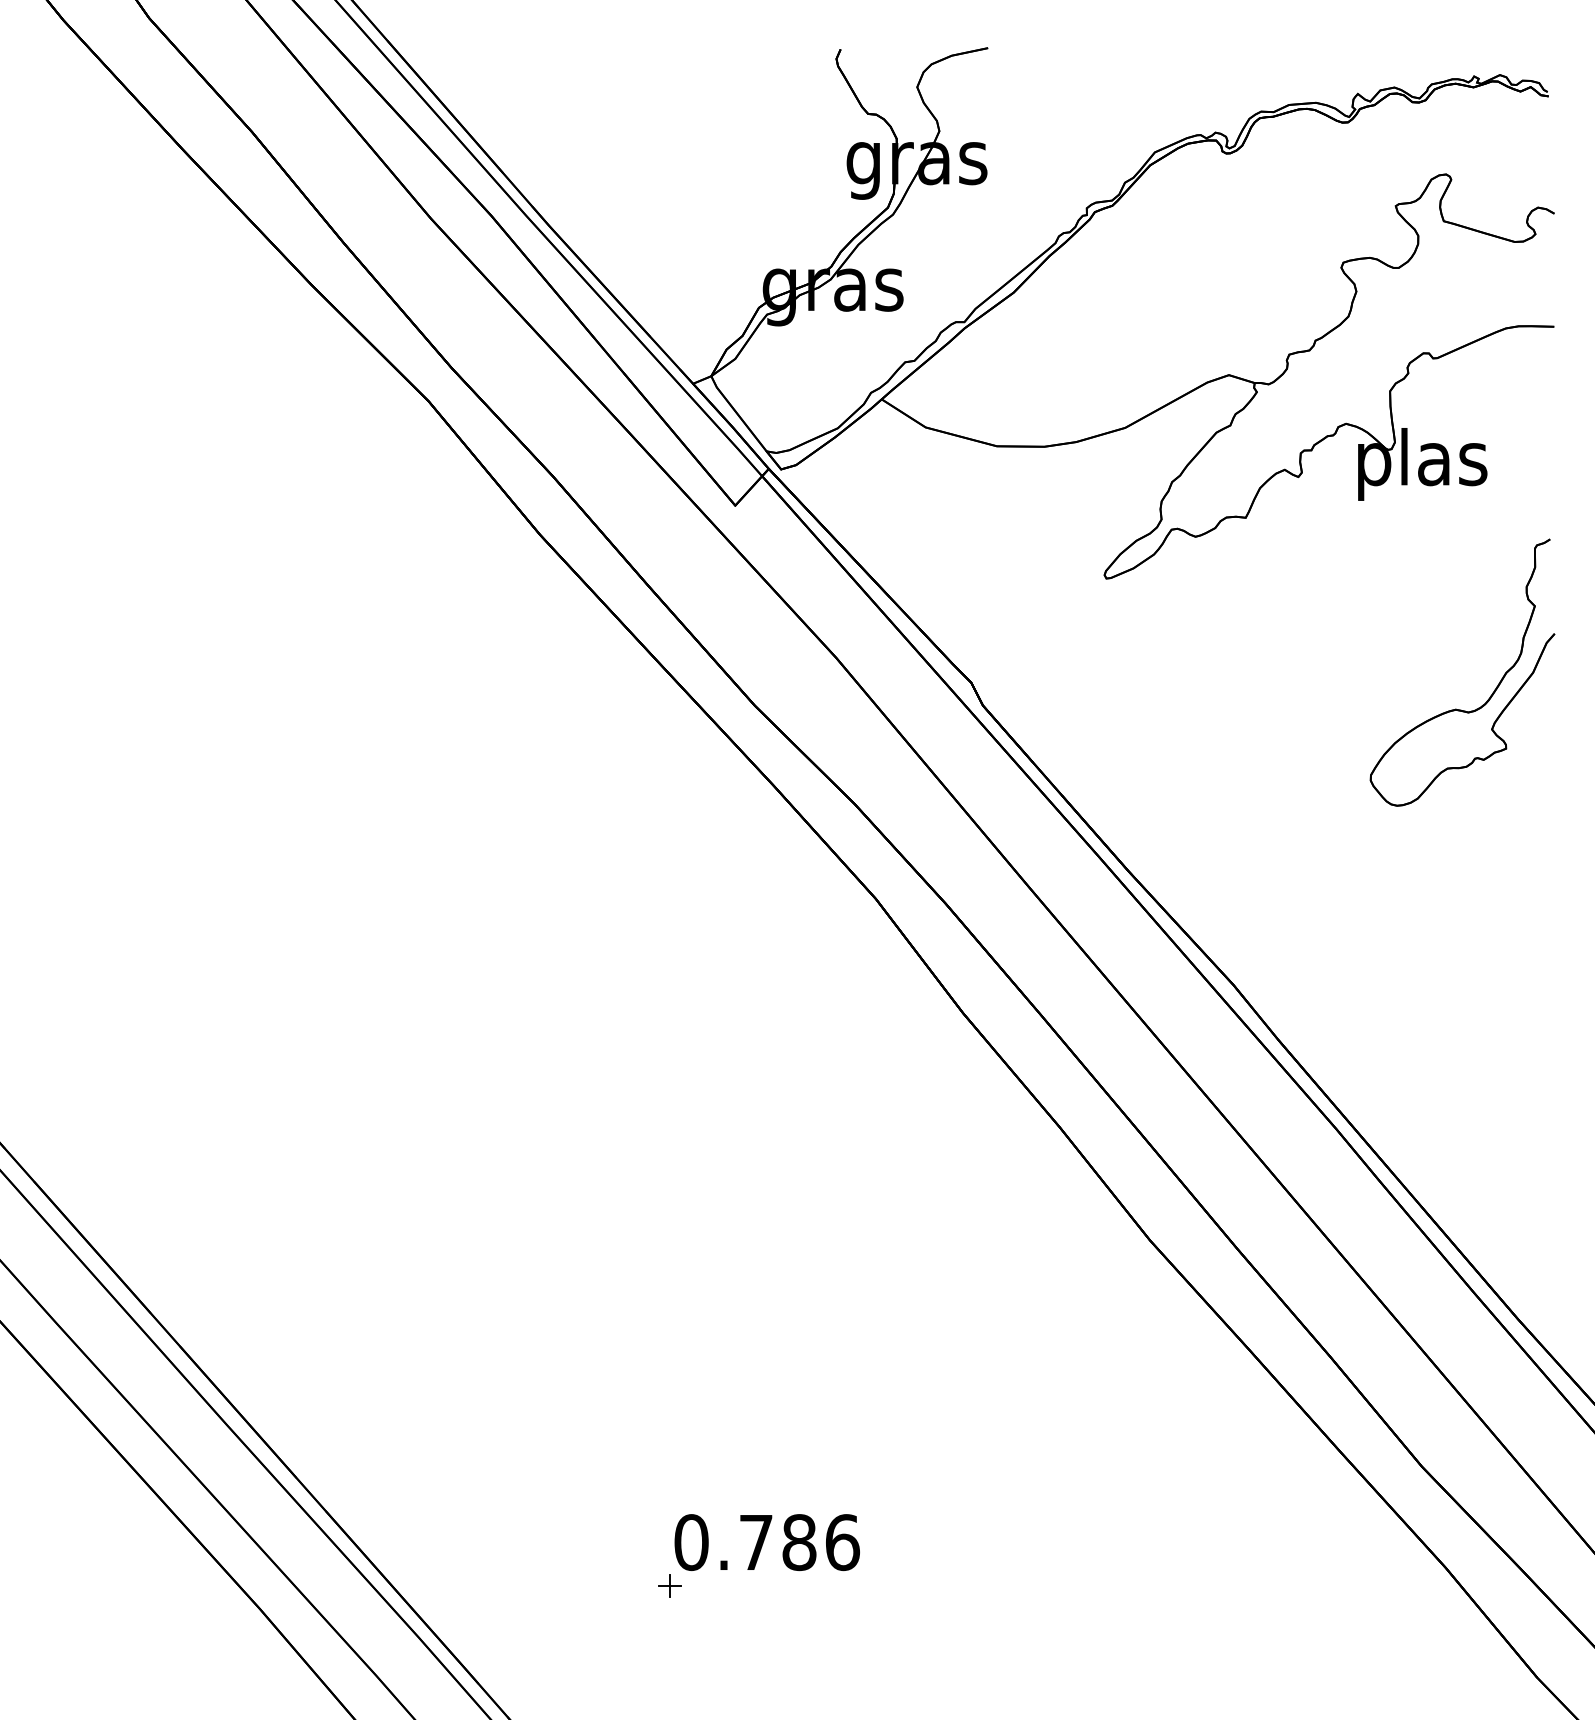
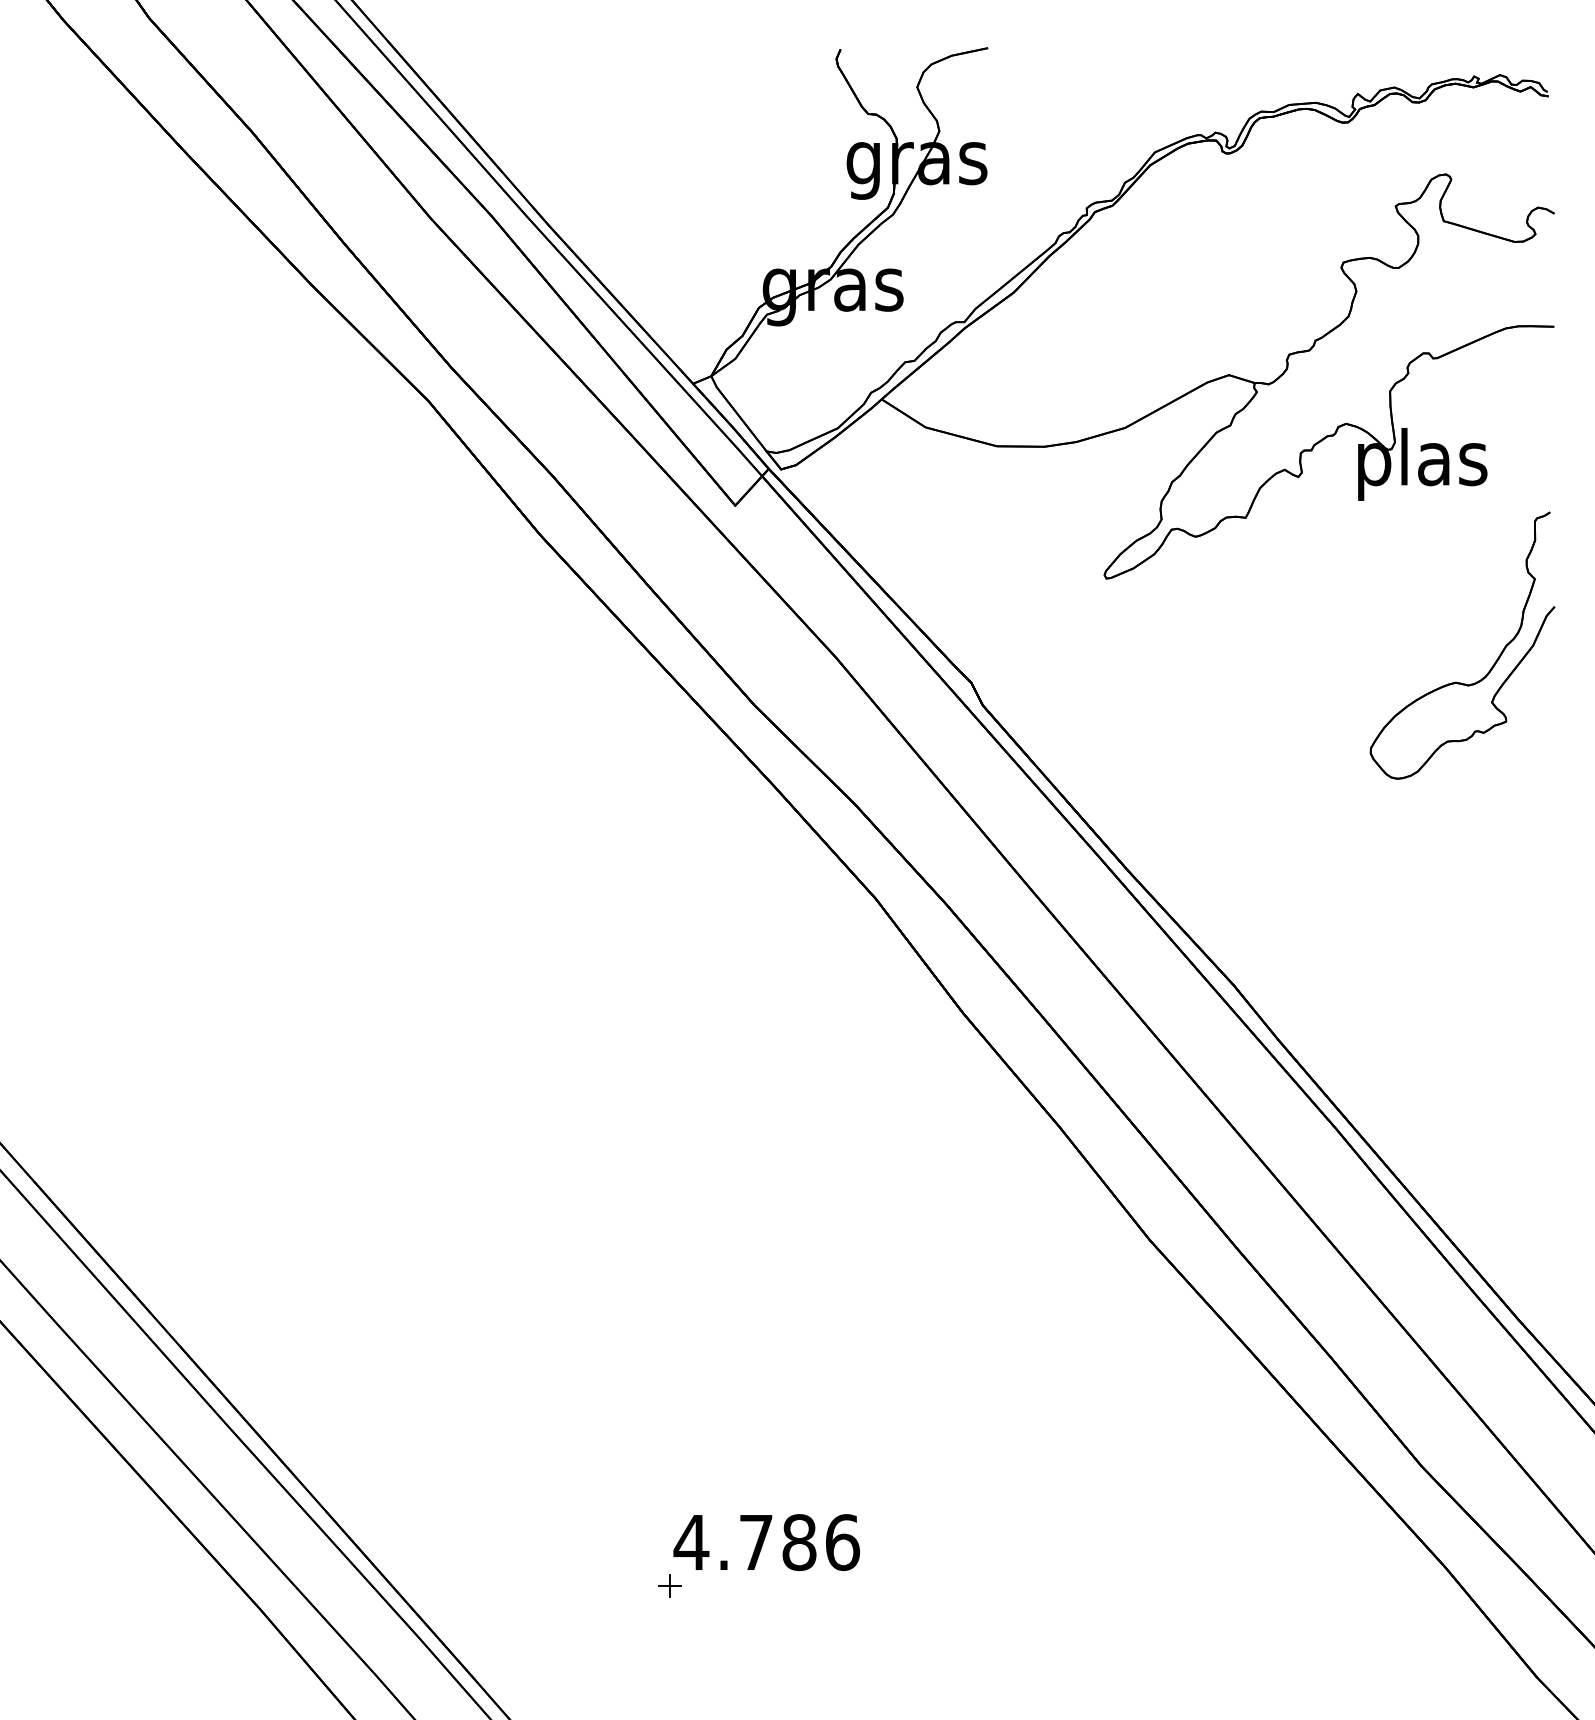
part at (1492, 692) position: (1492, 692) -> (1492, 665)
text at (691, 1542): 0.786 -> 4.786
